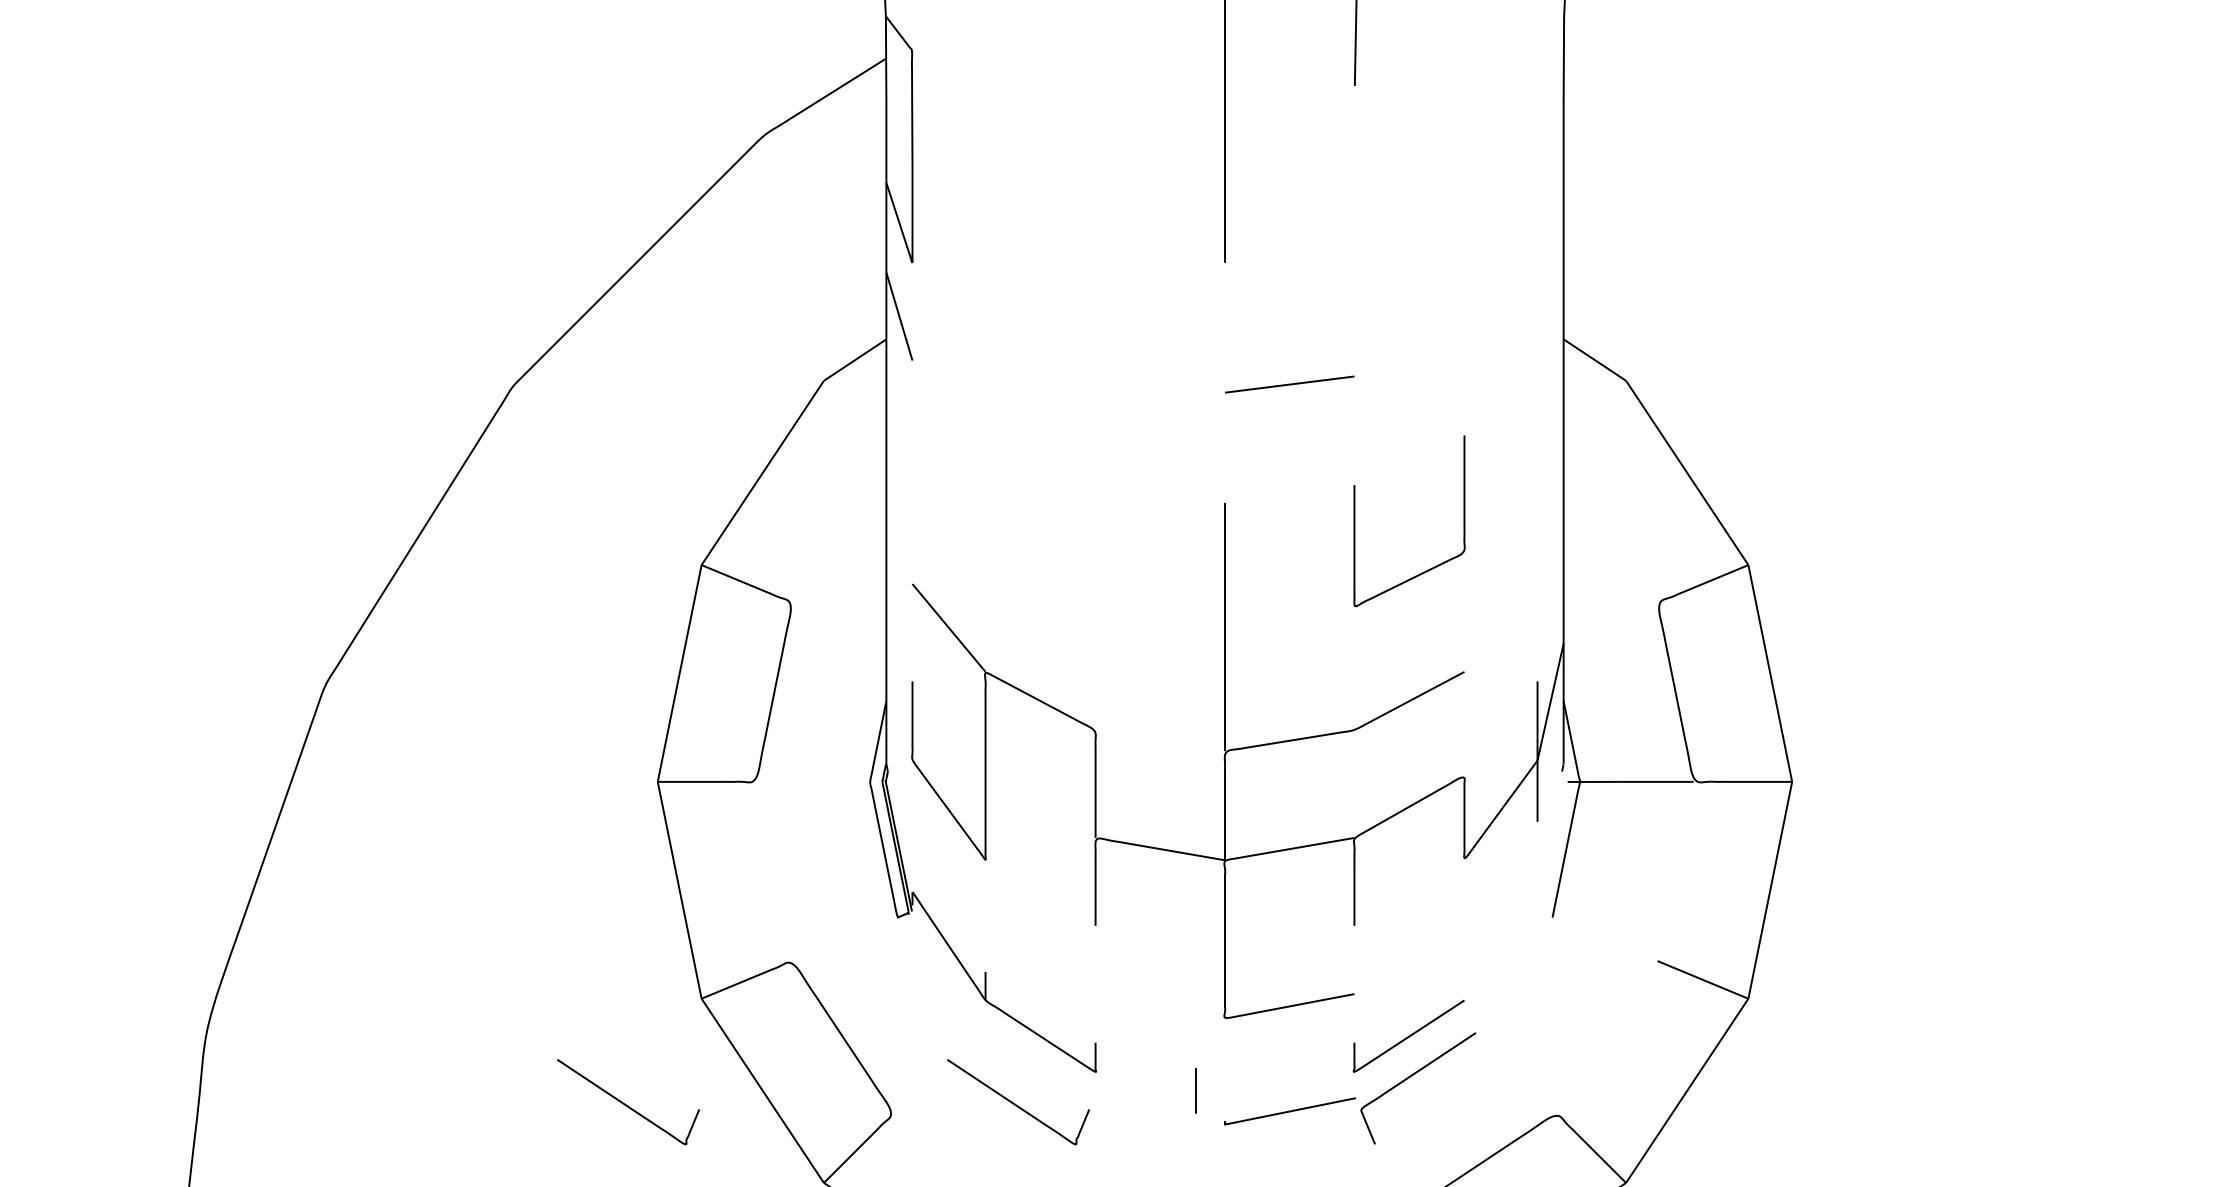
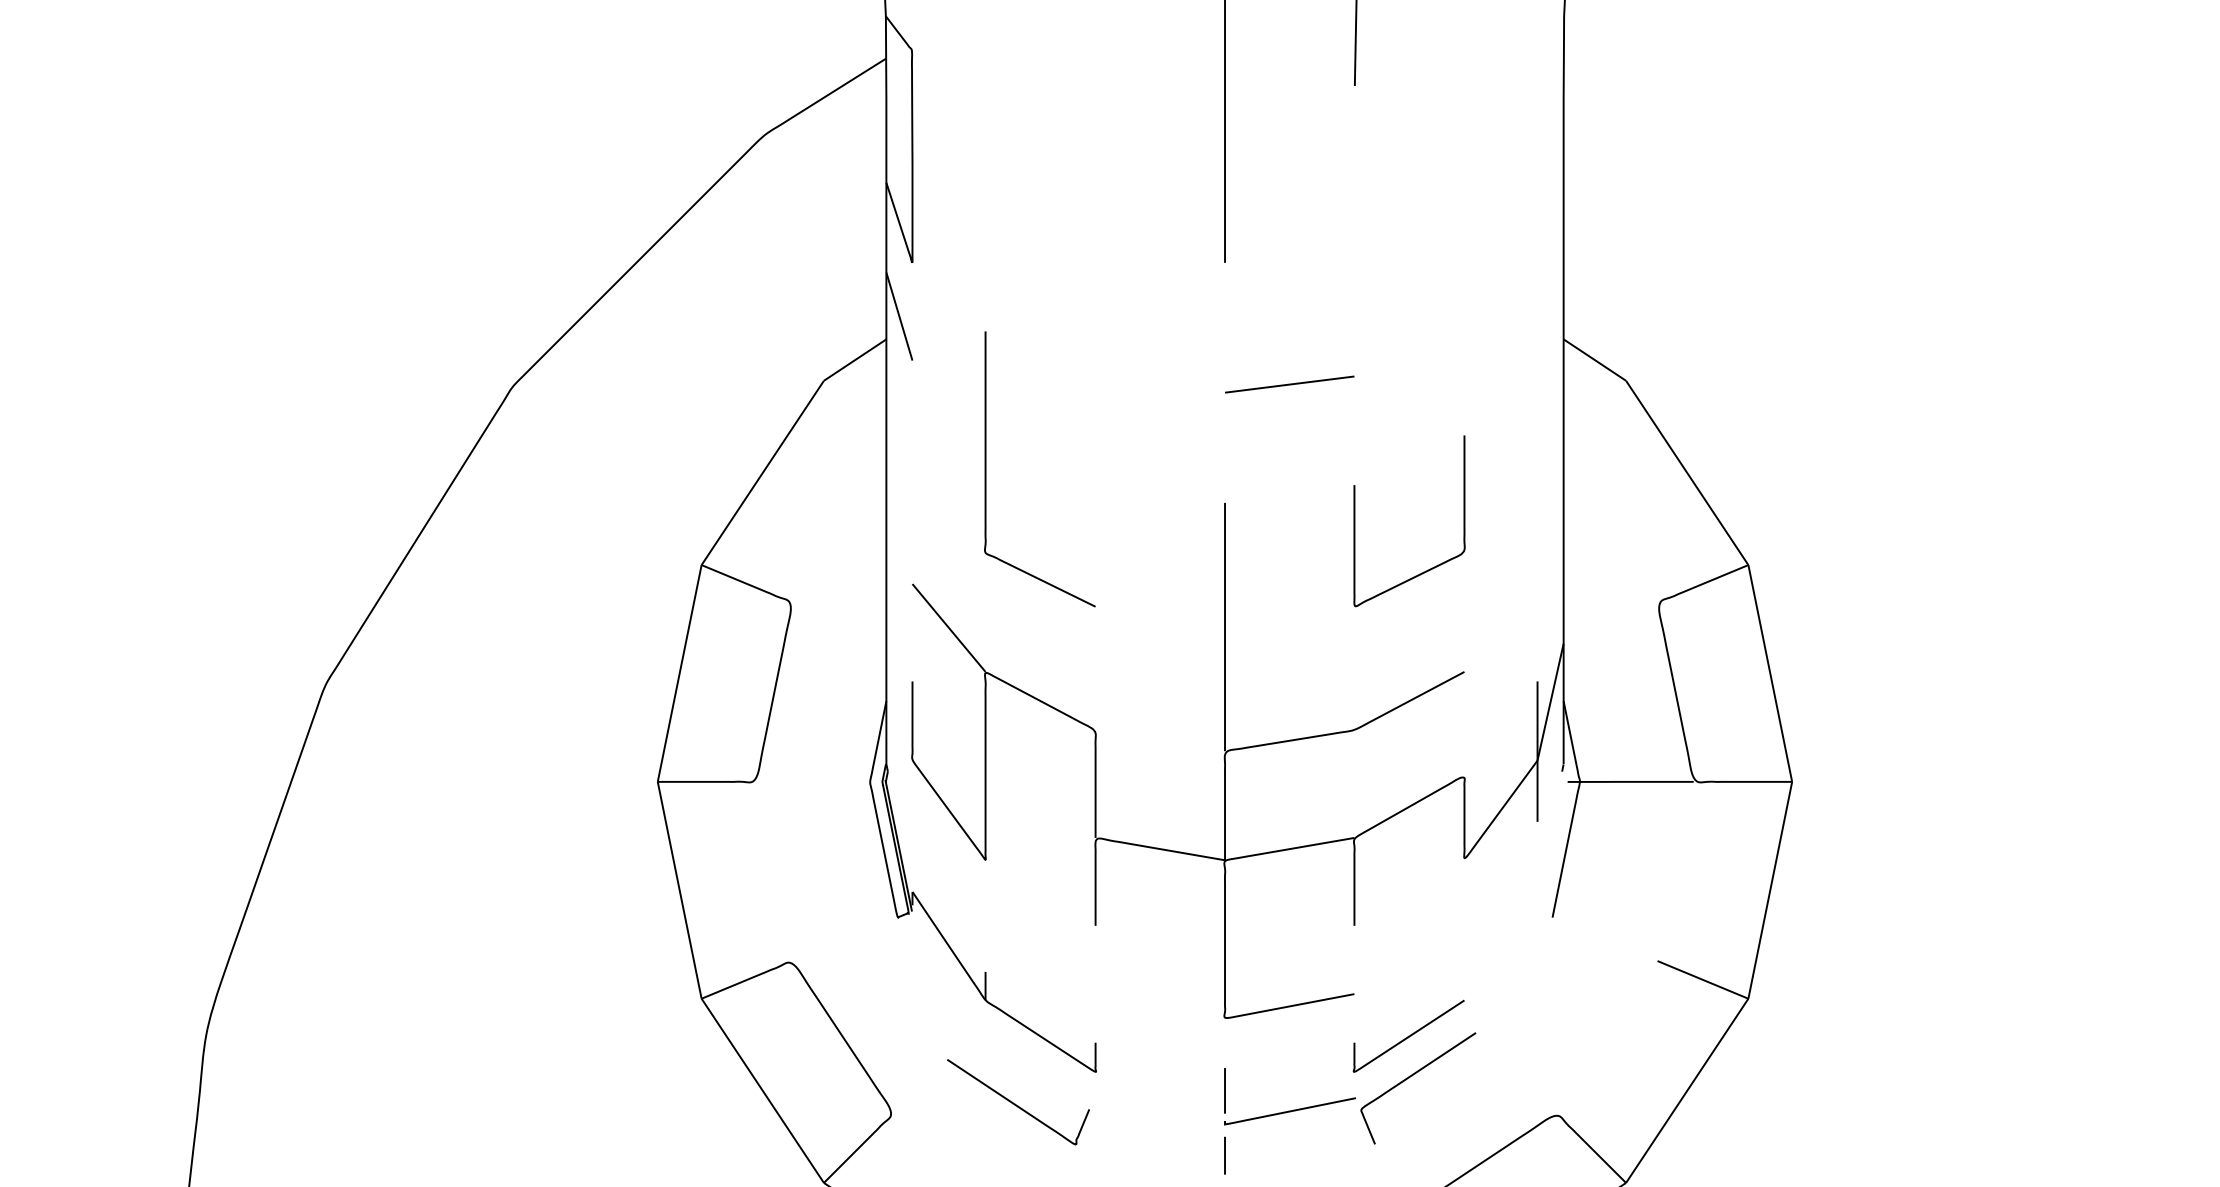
curve at (986, 469): none -> present
line at (1195, 1090) position: (1195, 1090) -> (1224, 1090)
curve at (626, 1104): present -> none
line at (1224, 1155): none -> present
